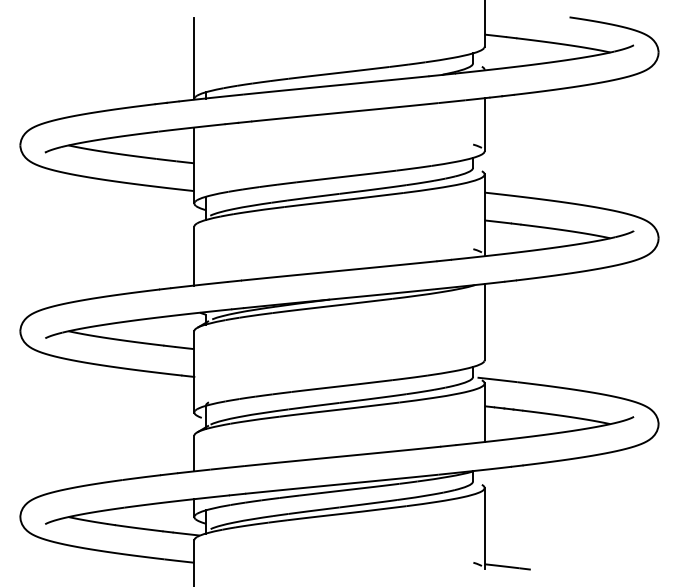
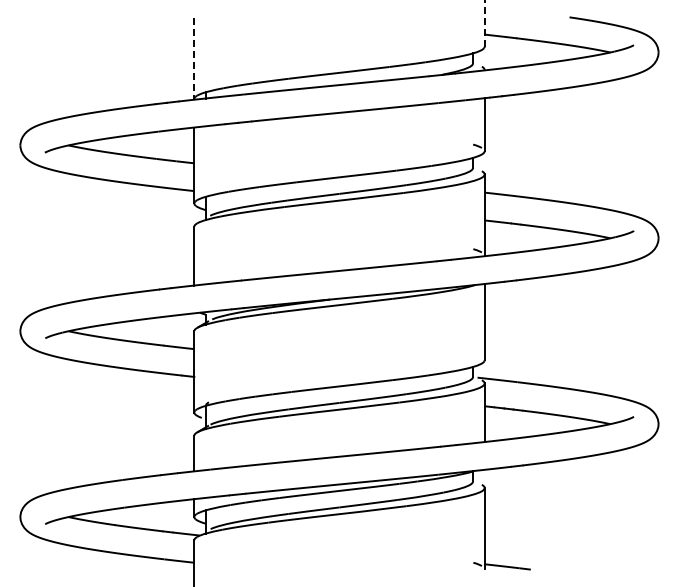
line at (484, 22): solid -> dashed
line at (194, 58): solid -> dashed
